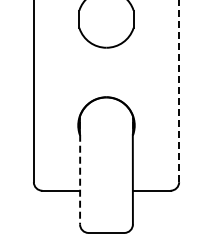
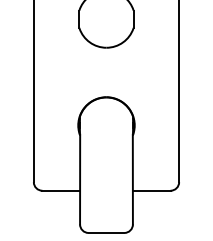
line at (179, 91): dashed -> solid
line at (80, 179): dashed -> solid
